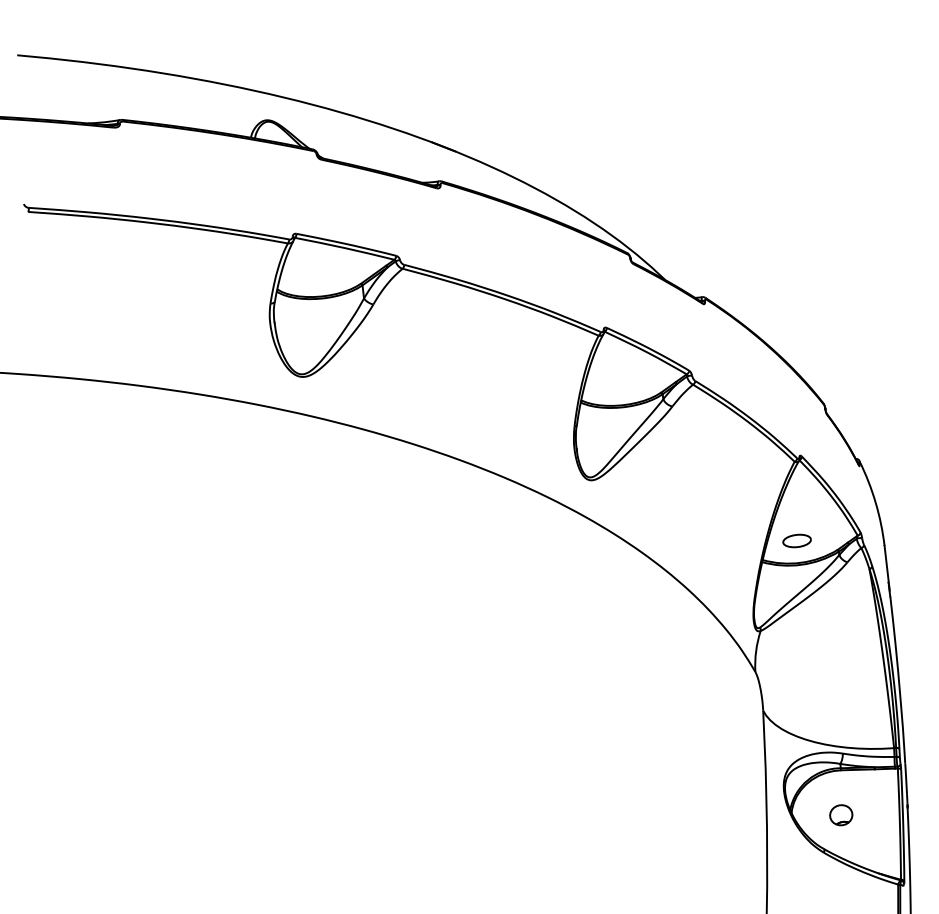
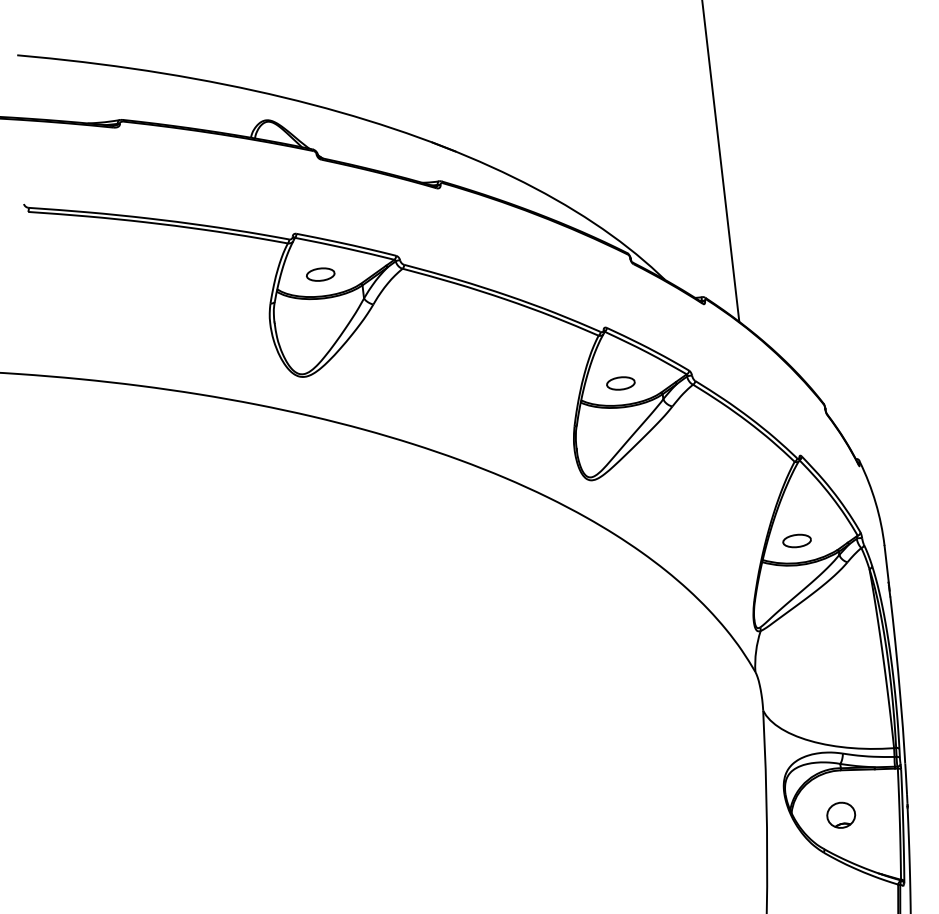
line at (720, 161): none -> present
part at (320, 274): none -> present
part at (620, 383): none -> present
part at (841, 815) size: 25x23 px -> 31x28 px
